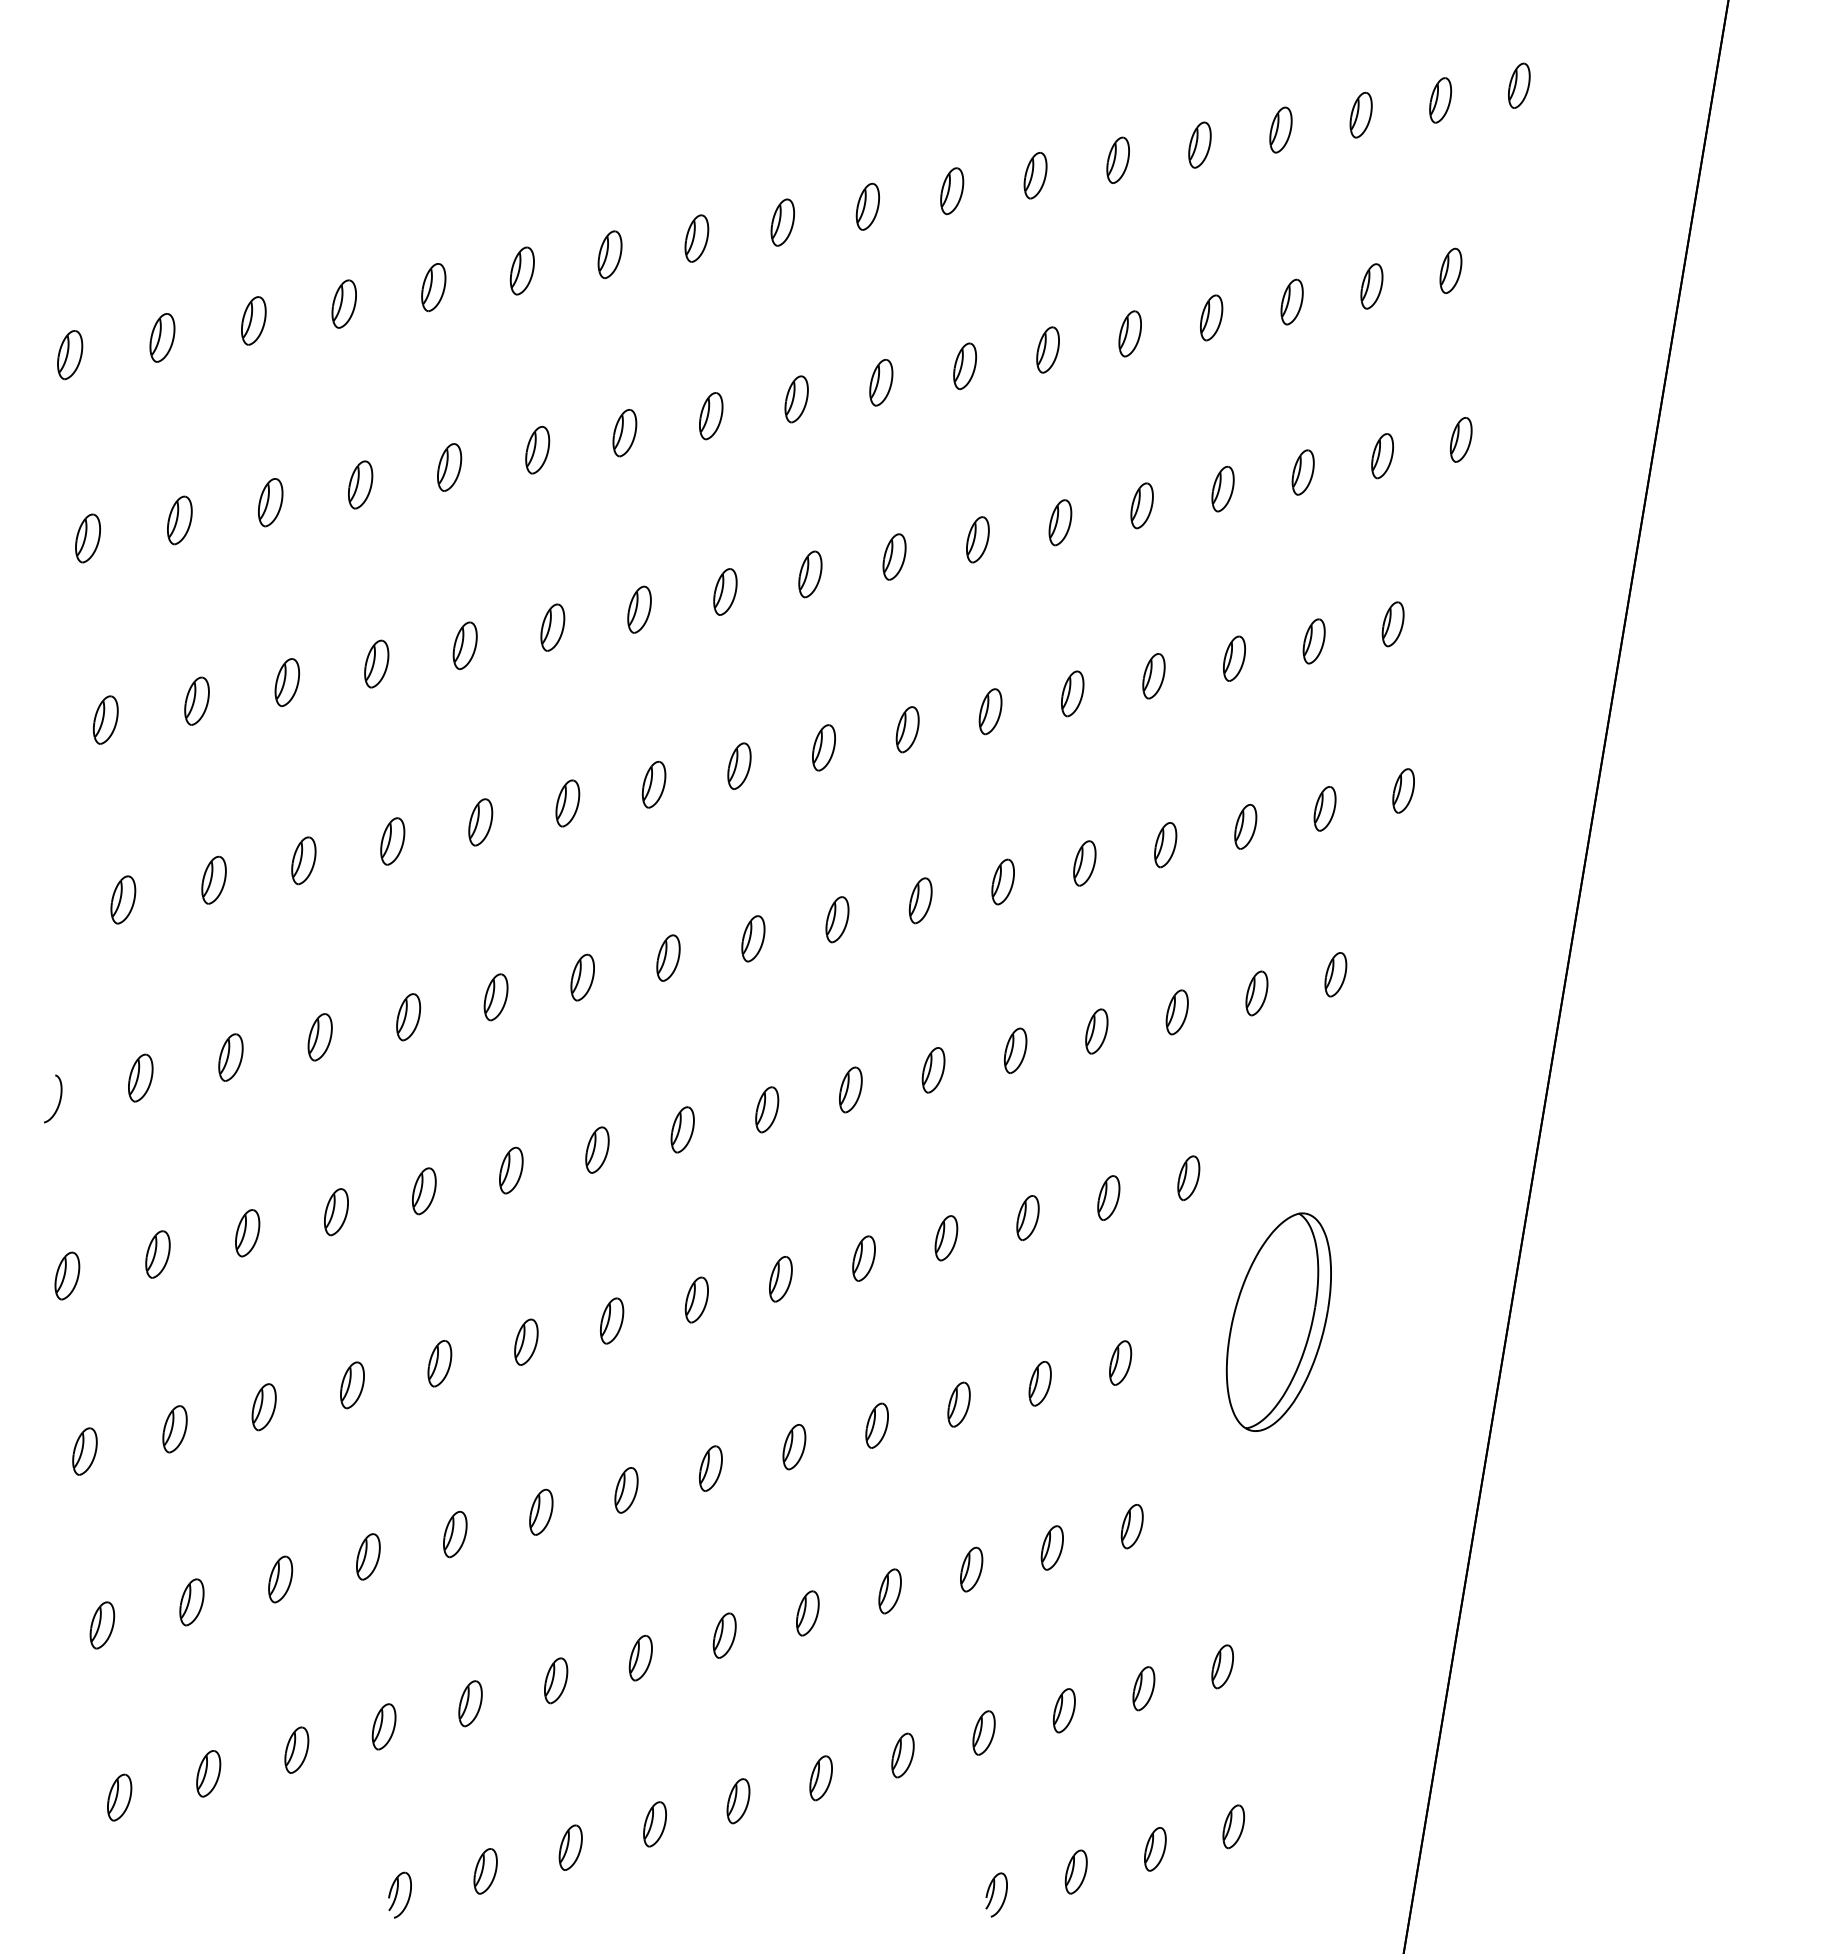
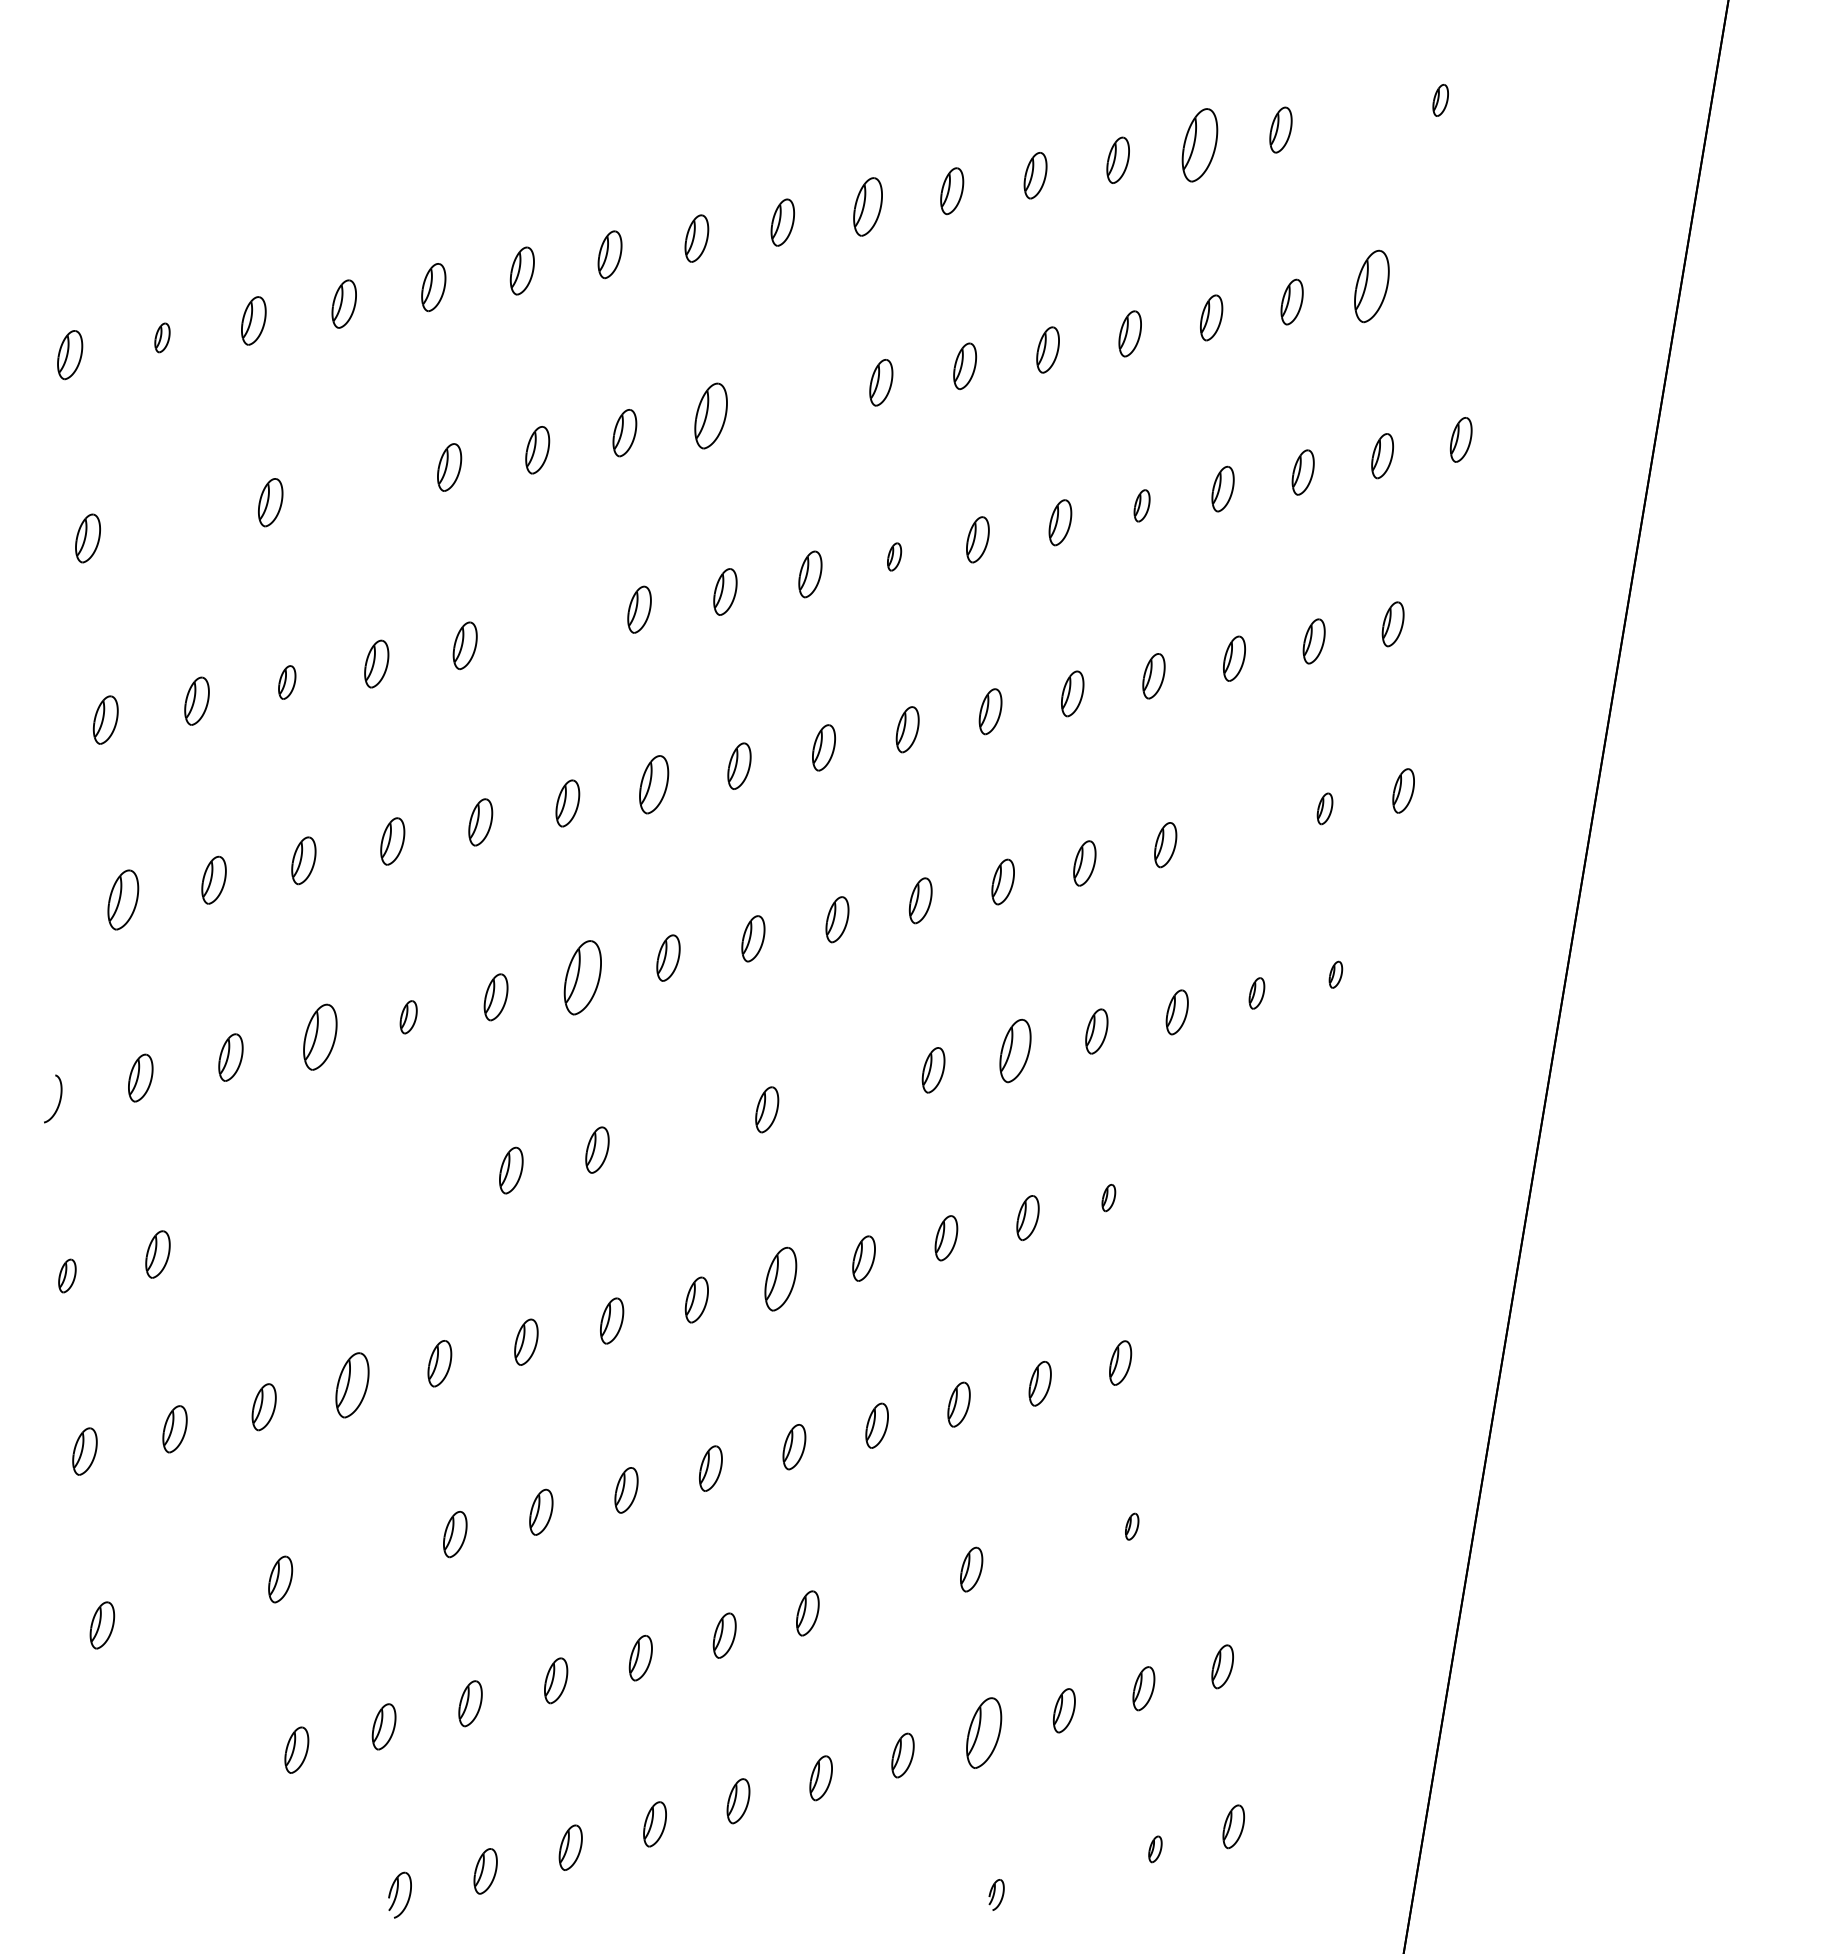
part at (1519, 85): present -> none
part at (1440, 100) size: 24x47 px -> 17x33 px
part at (1360, 114): present -> none
part at (1199, 144) size: 24x48 px -> 38x75 px
part at (867, 206) size: 25x49 px -> 30x60 px
part at (1450, 270): present -> none
part at (1371, 286) size: 24x47 px -> 36x75 px
part at (162, 337) size: 27x50 px -> 17x32 px
part at (796, 399): present -> none
part at (711, 416) size: 25x49 px -> 34x68 px
part at (360, 484): present -> none
part at (1141, 505) size: 24x48 px -> 18x34 px
part at (179, 520): present -> none
part at (894, 556) size: 25x48 px -> 16x30 px
part at (552, 627): present -> none
part at (286, 682) size: 26x49 px -> 19x35 px
part at (653, 784) size: 26x48 px -> 31x60 px
part at (1324, 808) size: 24x46 px -> 18x34 px
part at (1245, 826): present -> none
part at (123, 899) size: 27x50 px -> 33x62 px
part at (1335, 974) size: 24x46 px -> 16x29 px
part at (582, 977) size: 25x49 px -> 39x76 px
part at (1256, 993) size: 24x47 px -> 18x33 px
part at (408, 1017) size: 26x49 px -> 19x35 px
part at (319, 1037) size: 26x49 px -> 35x68 px
part at (1015, 1050) size: 24x47 px -> 33x66 px
part at (850, 1089): present -> none
part at (682, 1129): present -> none
part at (1188, 1178): present -> none
part at (424, 1191): present -> none
part at (1108, 1197) size: 24x46 px -> 16x29 px
part at (336, 1212): present -> none
part at (247, 1233): present -> none
part at (67, 1275) size: 27x50 px -> 19x36 px
part at (780, 1279) size: 24x47 px -> 34x66 px
part at (1278, 1321): present -> none
part at (352, 1385) size: 25x49 px -> 35x67 px
part at (1131, 1526) size: 24x46 px -> 15x29 px
part at (1051, 1547): present -> none
part at (368, 1556): present -> none
part at (889, 1591): present -> none
part at (191, 1602): present -> none
part at (983, 1732) size: 24x46 px -> 37x72 px
part at (208, 1773): present -> none
part at (119, 1797): present -> none
part at (1155, 1849) size: 23x45 px -> 15x29 px
part at (1075, 1871): present -> none
part at (996, 1894) size: 23x46 px -> 17x32 px
